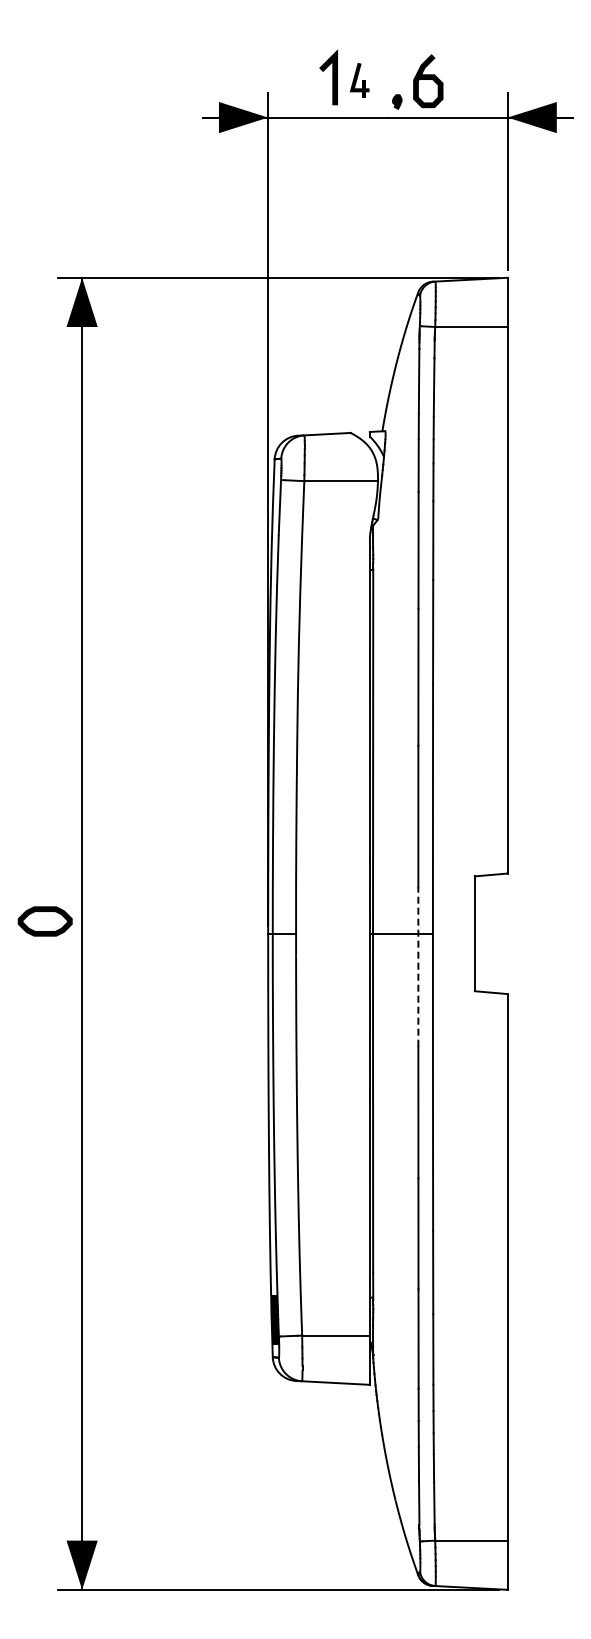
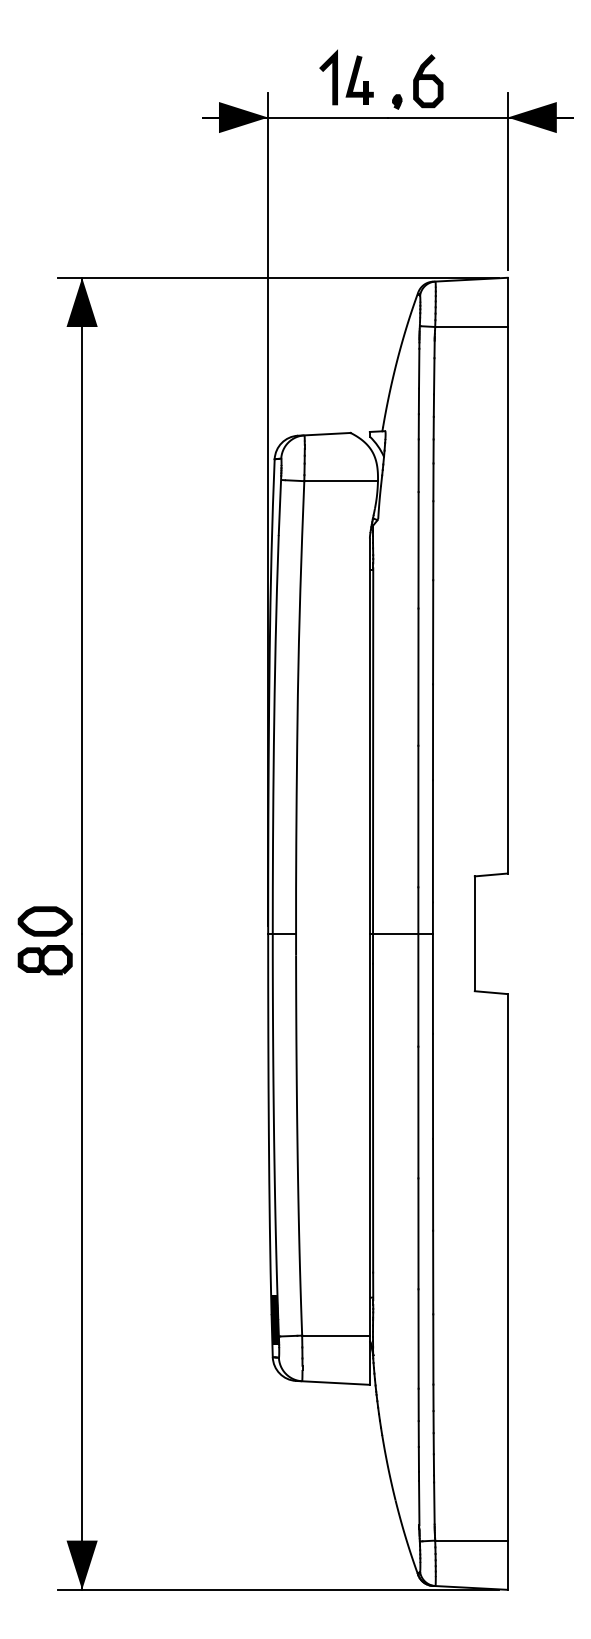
part at (359, 80) size: 20x35 px -> 29x50 px
part at (44, 960): none -> present
line at (418, 967): dashed -> solid
